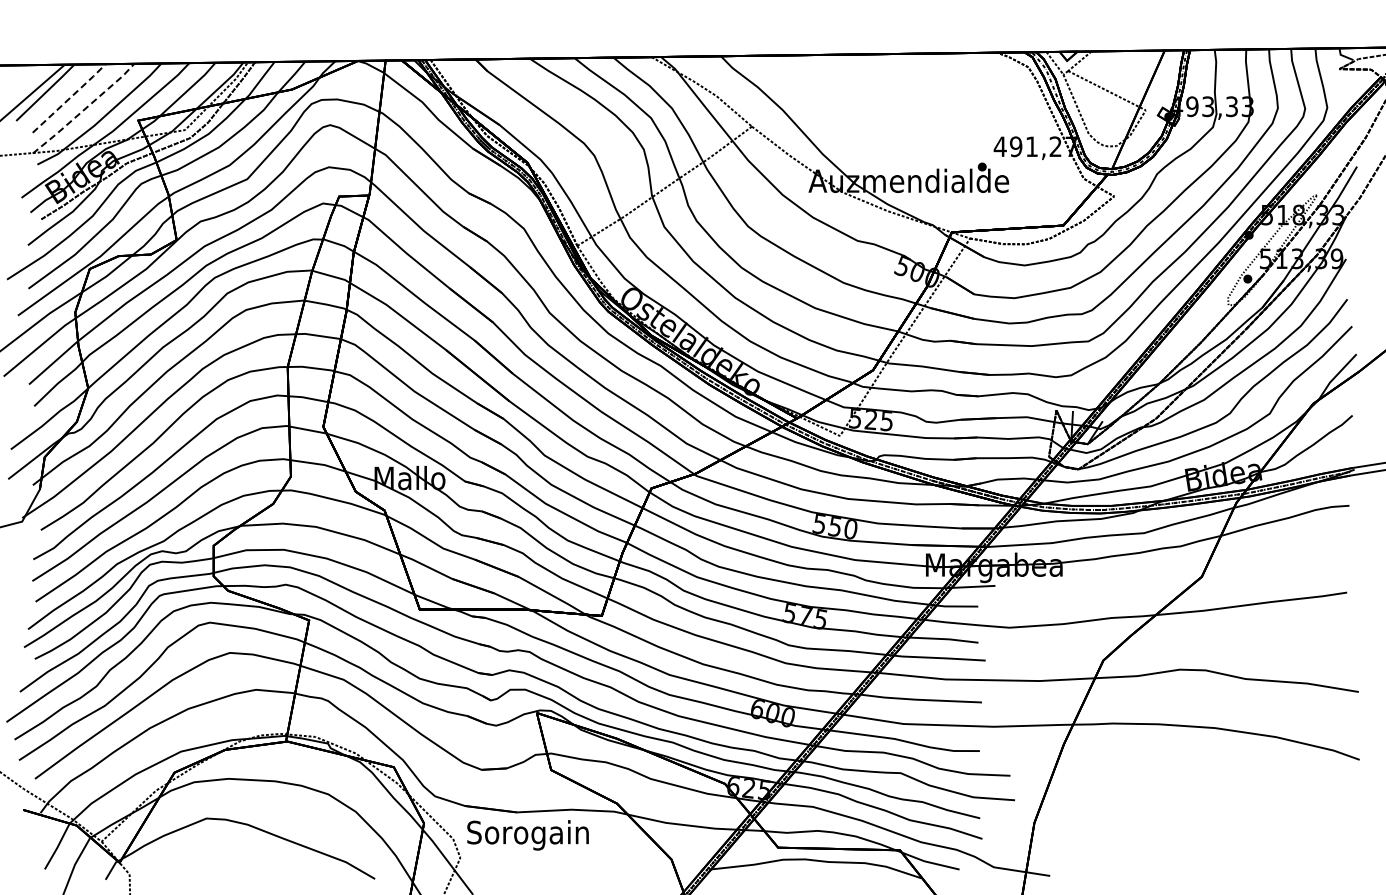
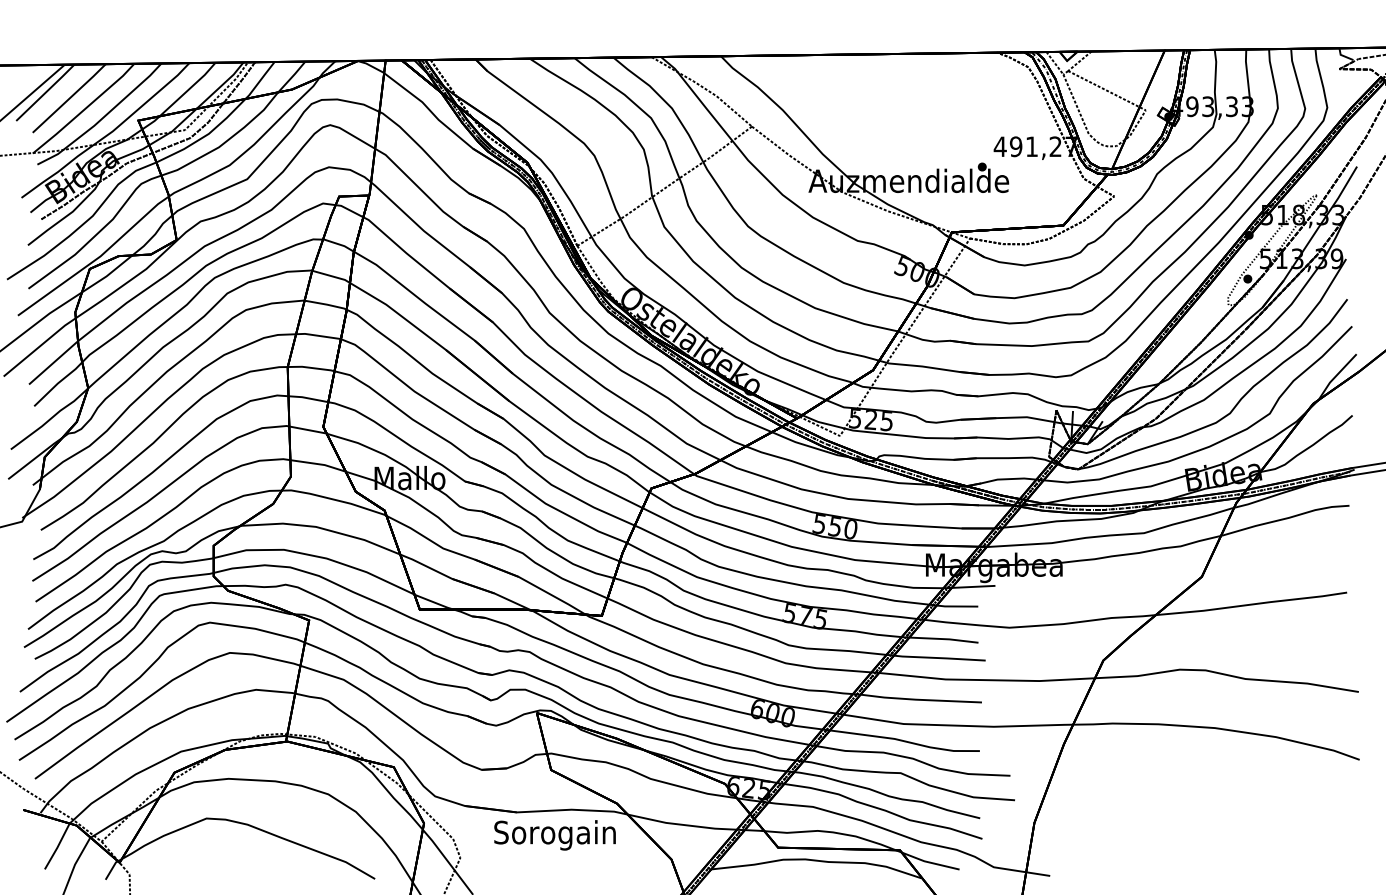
line at (70, 98): dashed -> solid
line at (84, 109): dashed -> solid
text at (527, 835) position: (527, 835) -> (554, 835)
